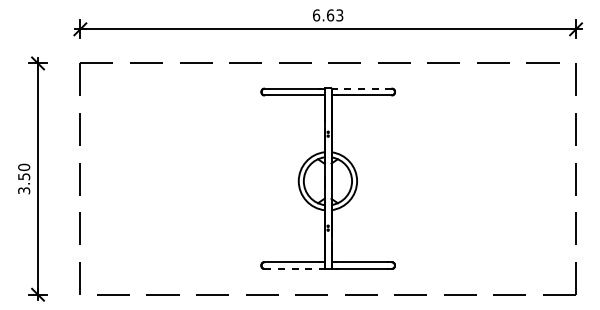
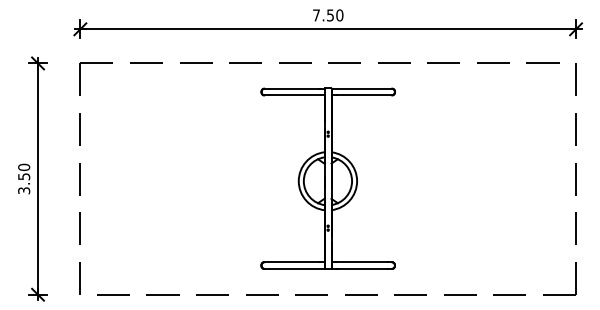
text at (328, 15): 6.63 -> 7.50
line at (361, 88): dashed -> solid
line at (295, 268): dashed -> solid
